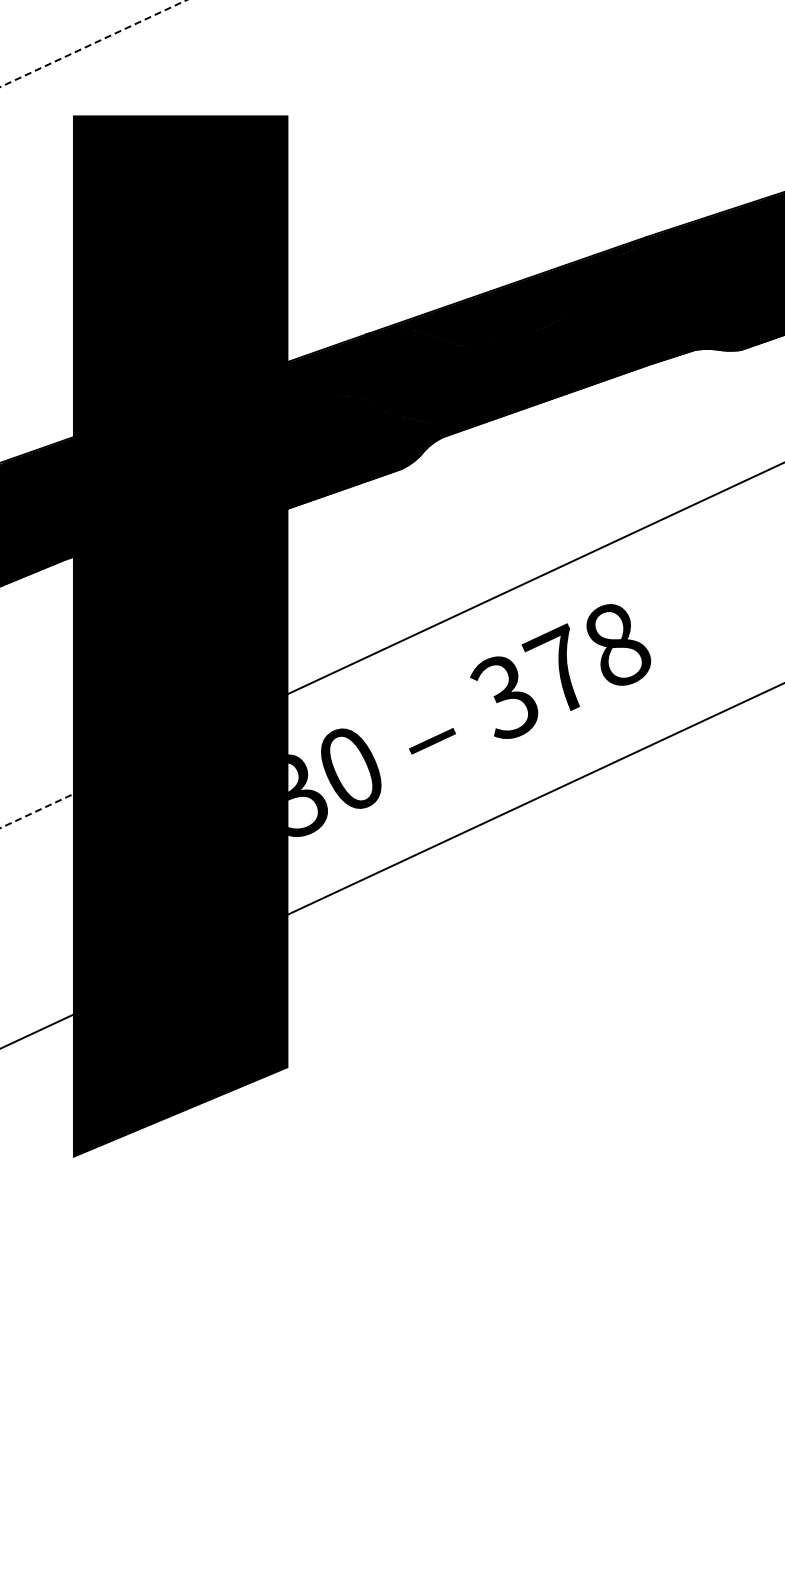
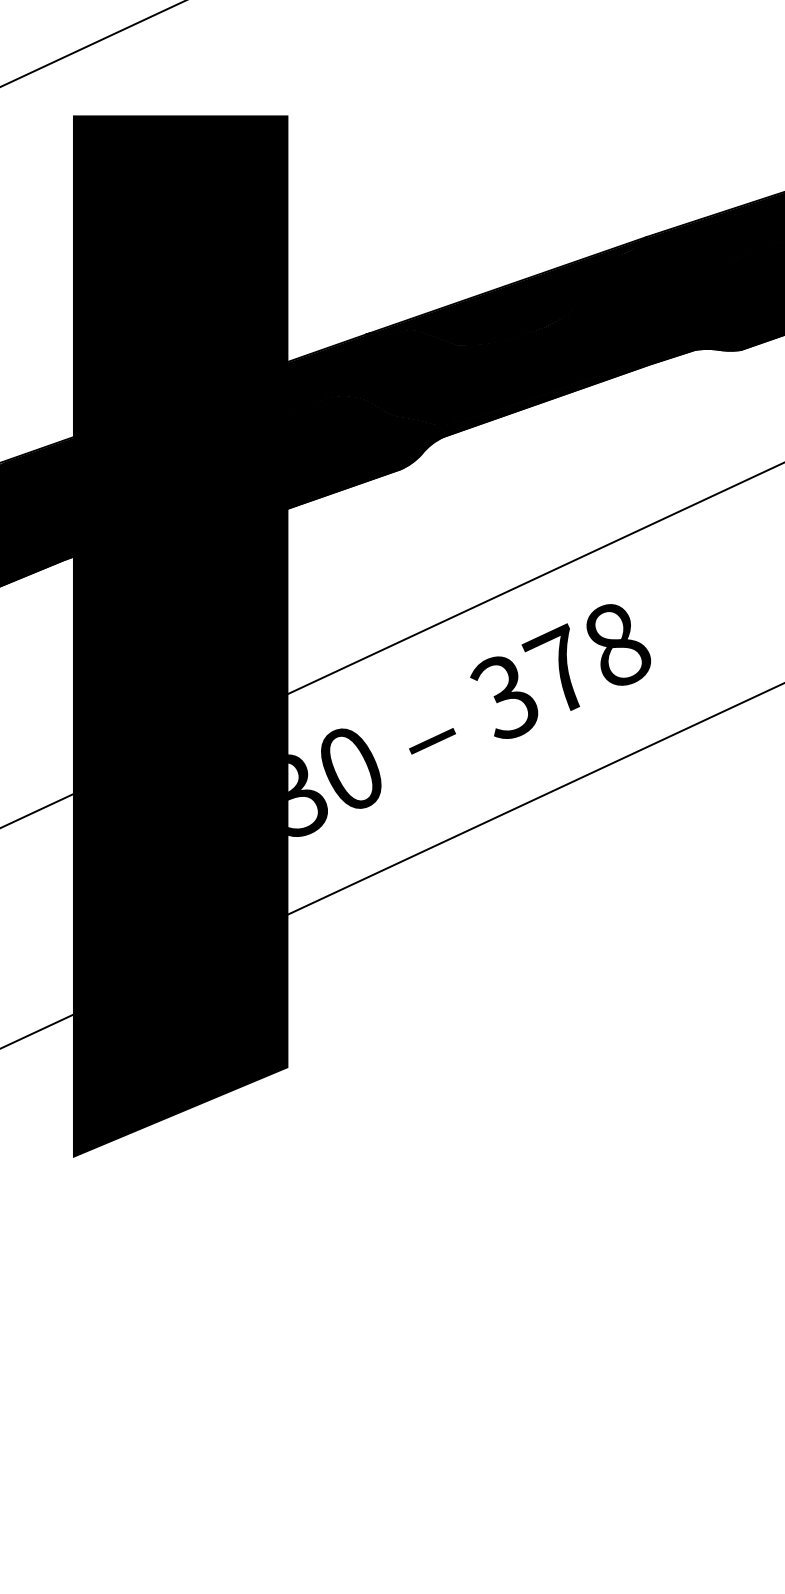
line at (93, 43): dashed -> solid
line at (39, 810): dashed -> solid
